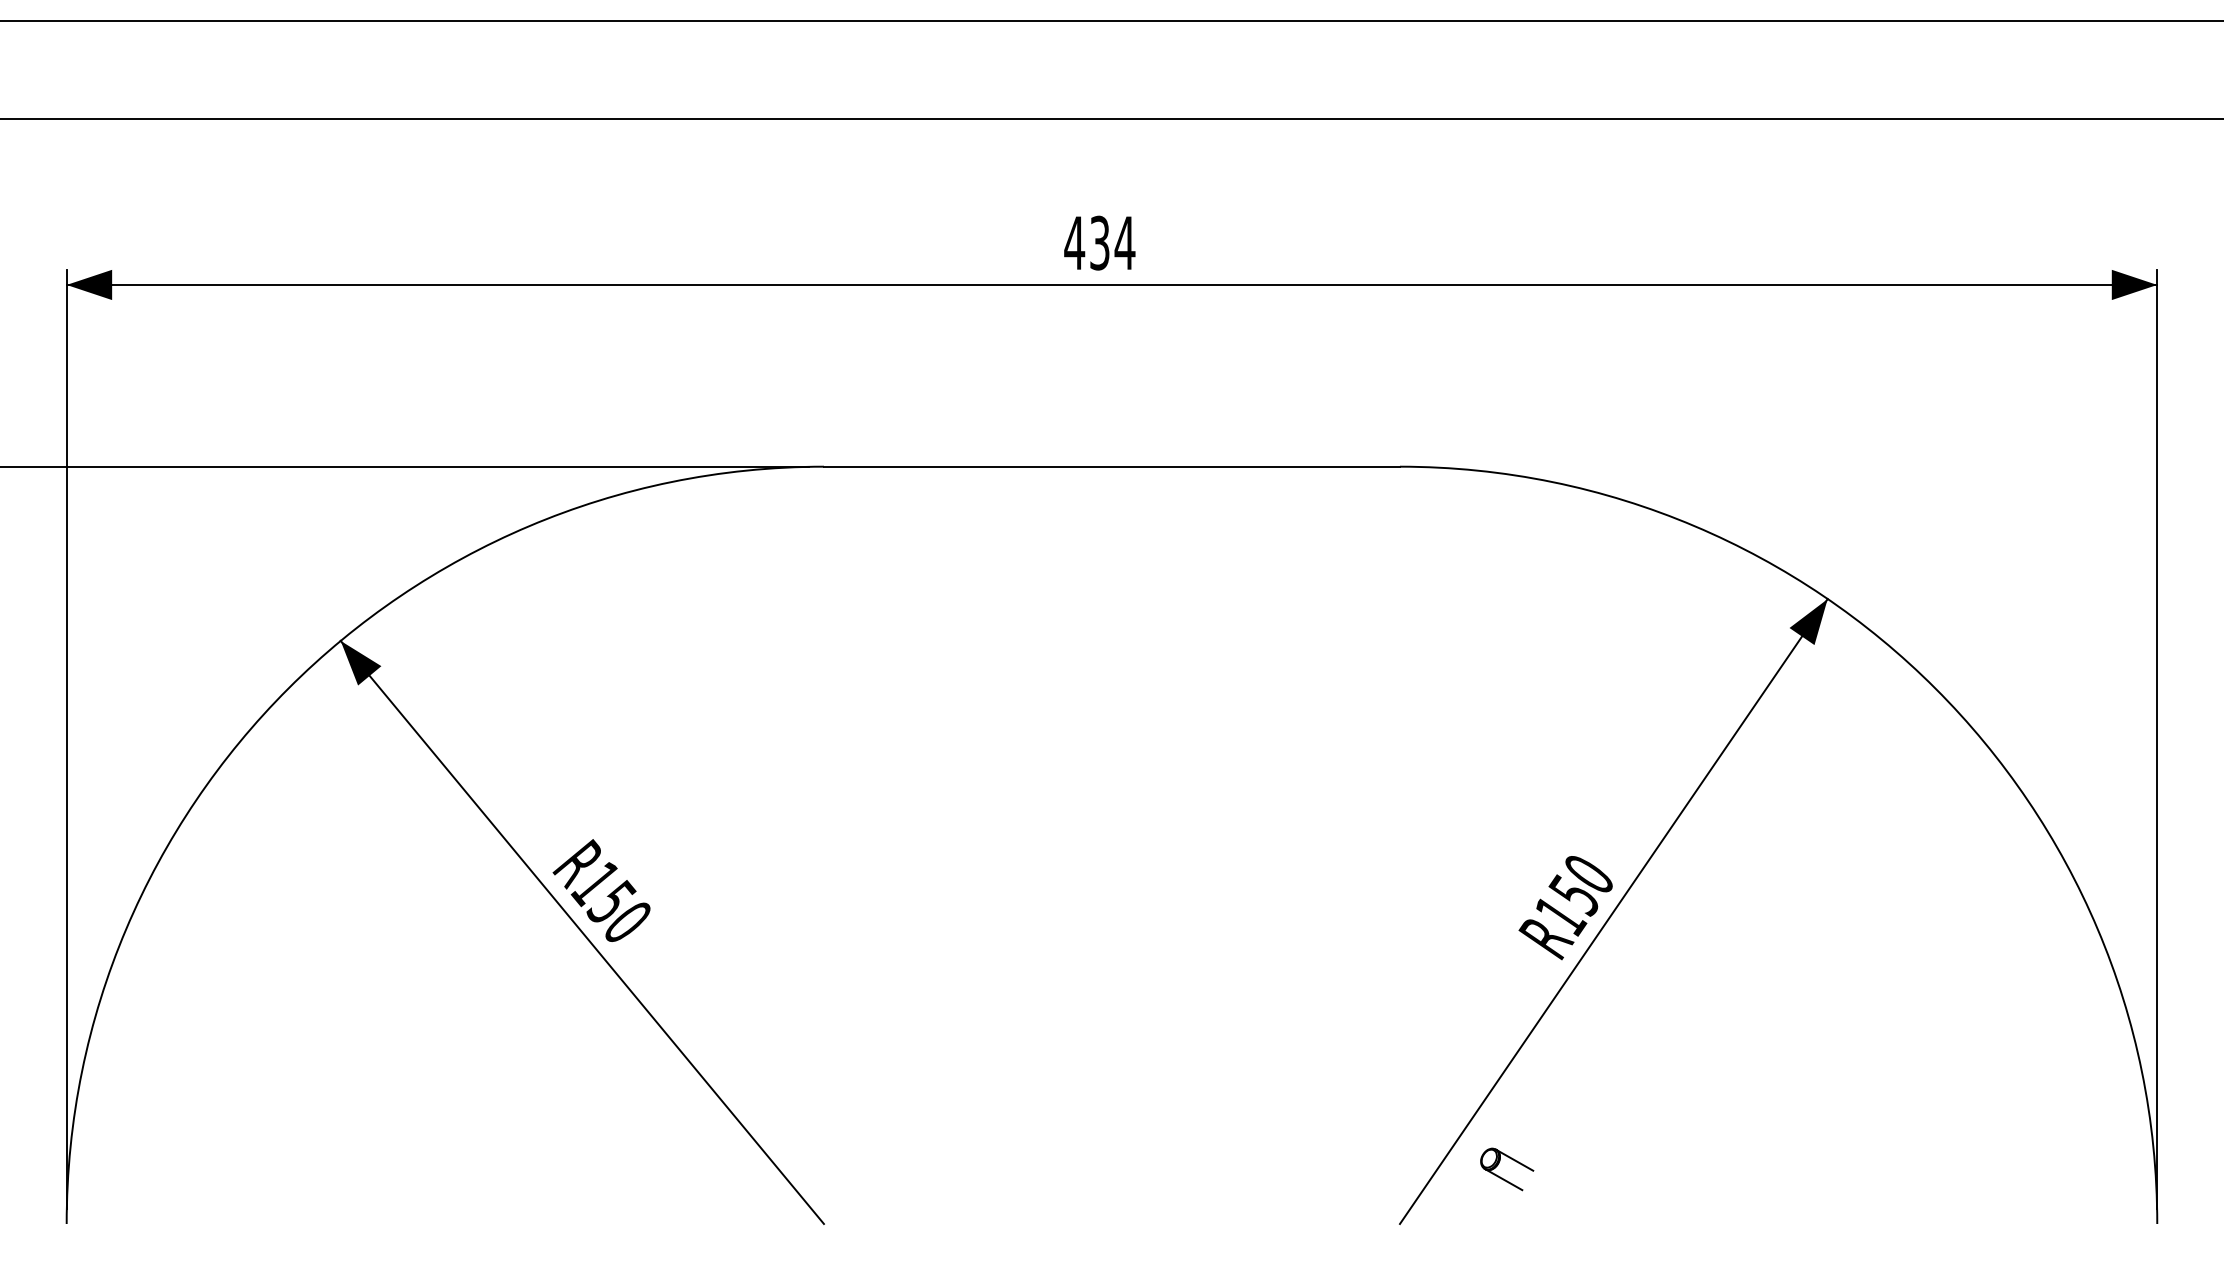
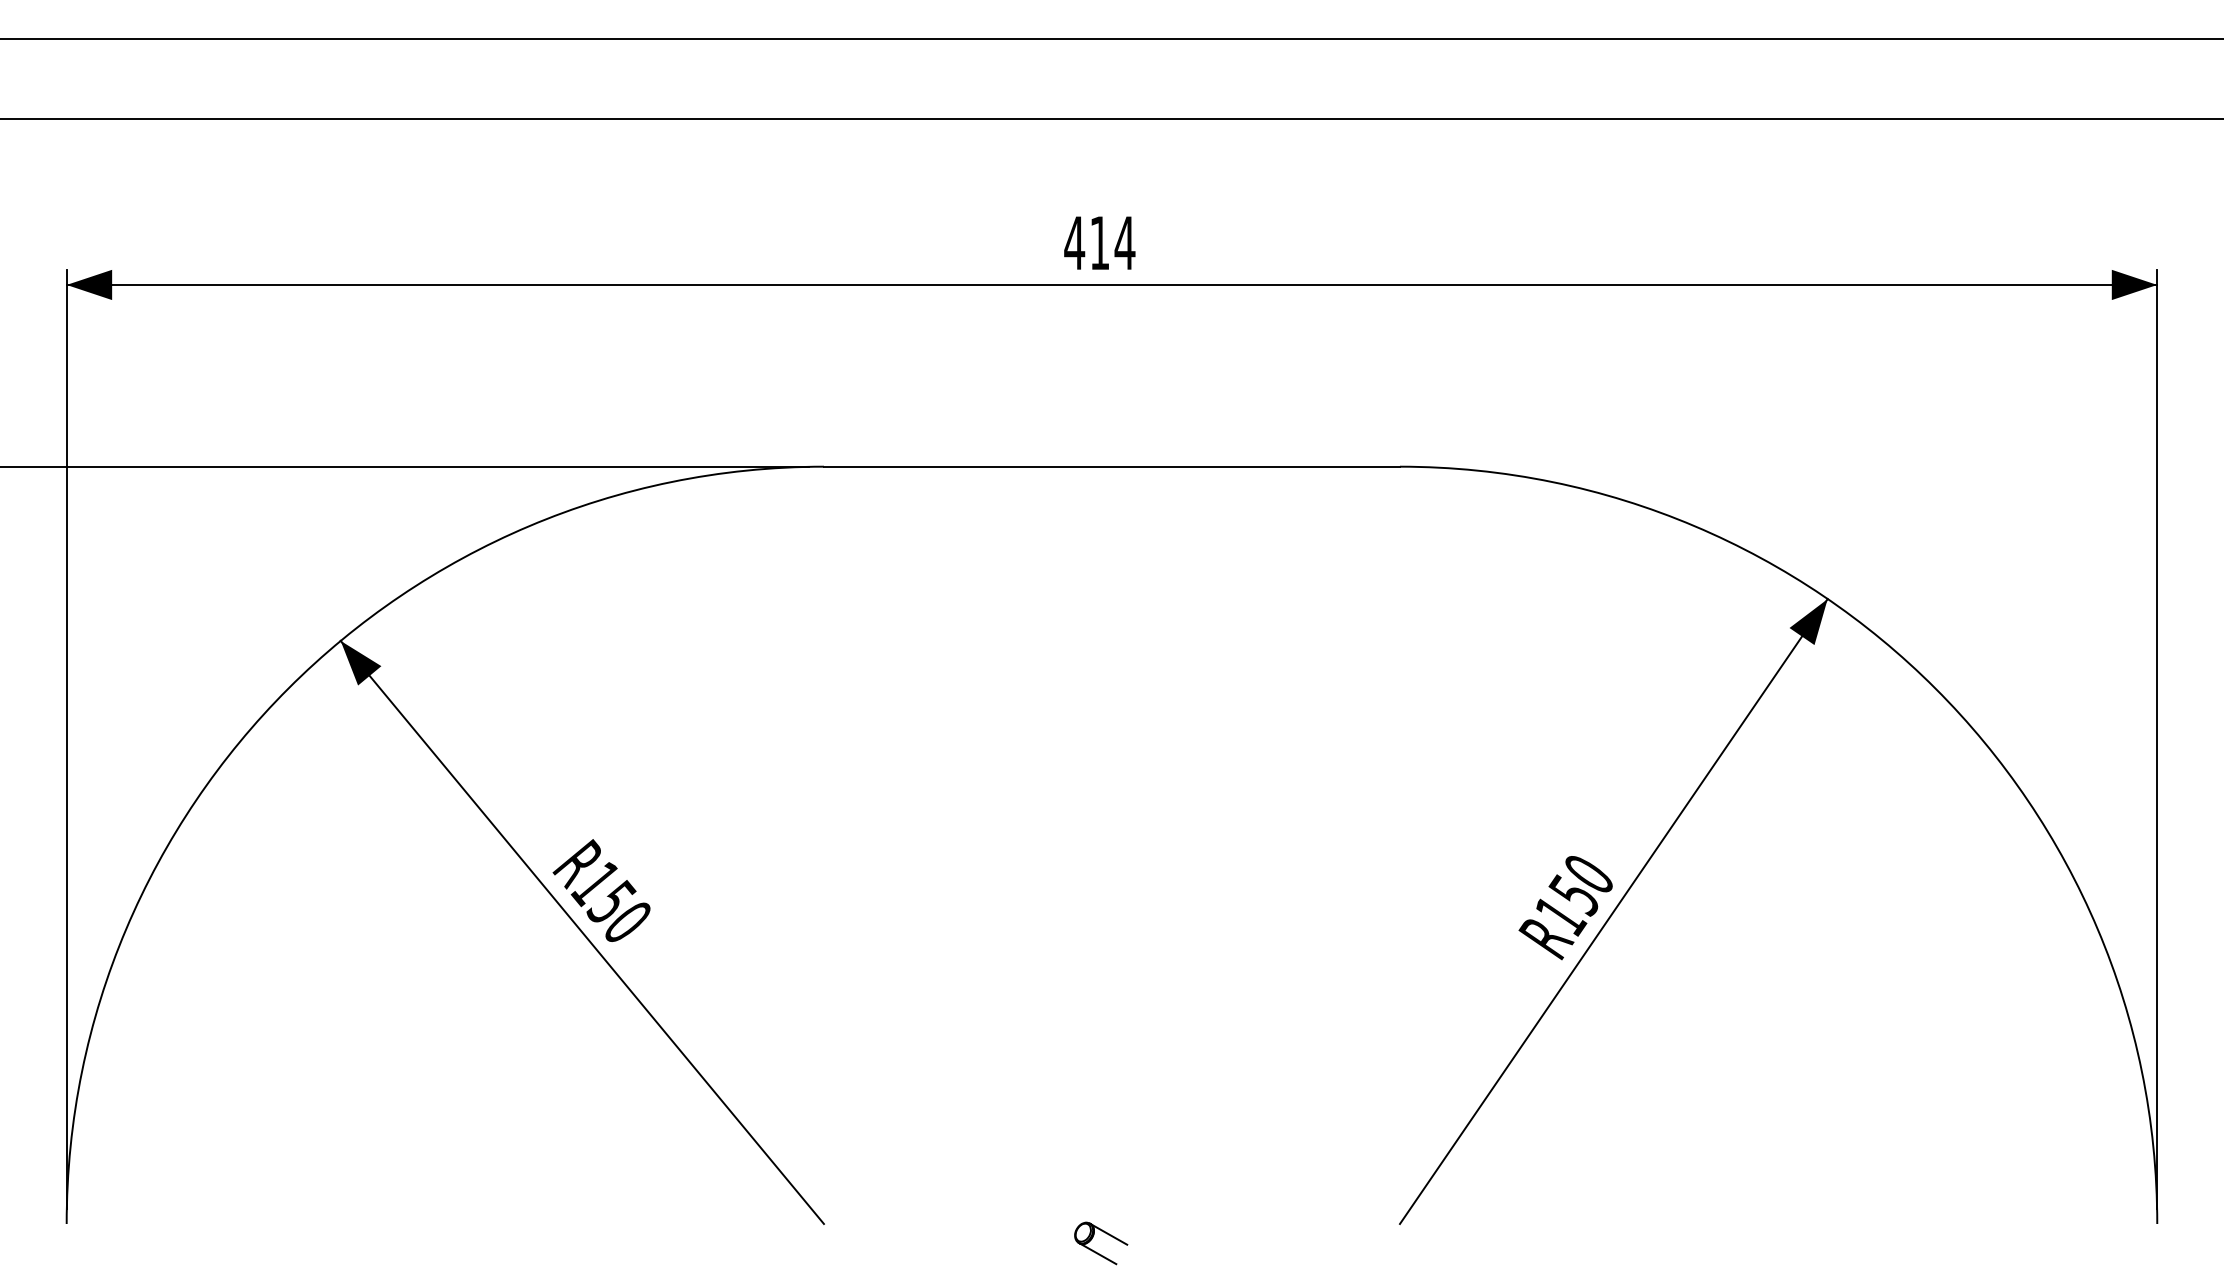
line at (1111, 20) position: (1111, 20) -> (1111, 38)
text at (1099, 242): 434 -> 414
part at (1502, 1177) position: (1502, 1177) -> (1096, 1251)
